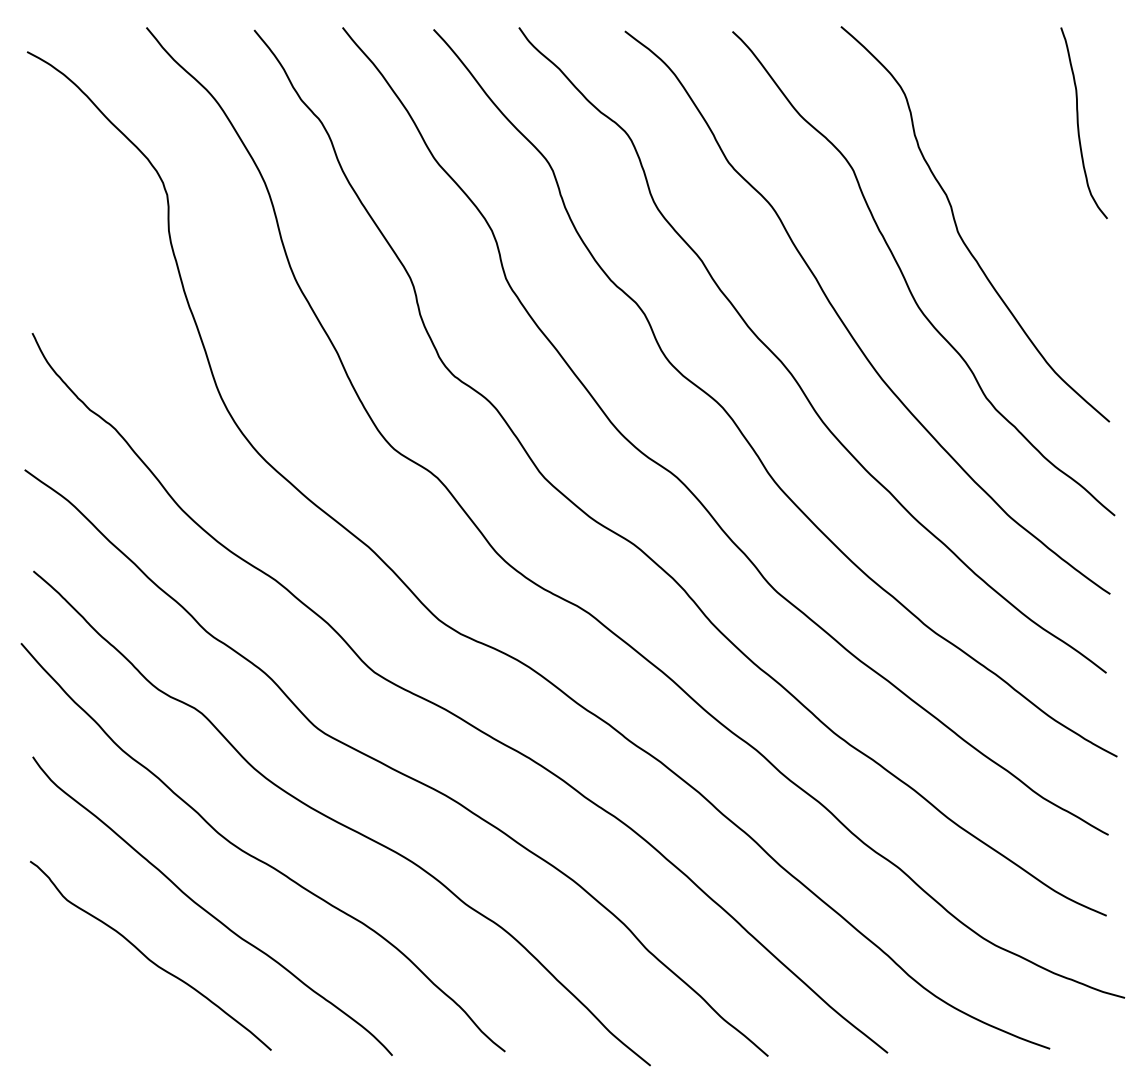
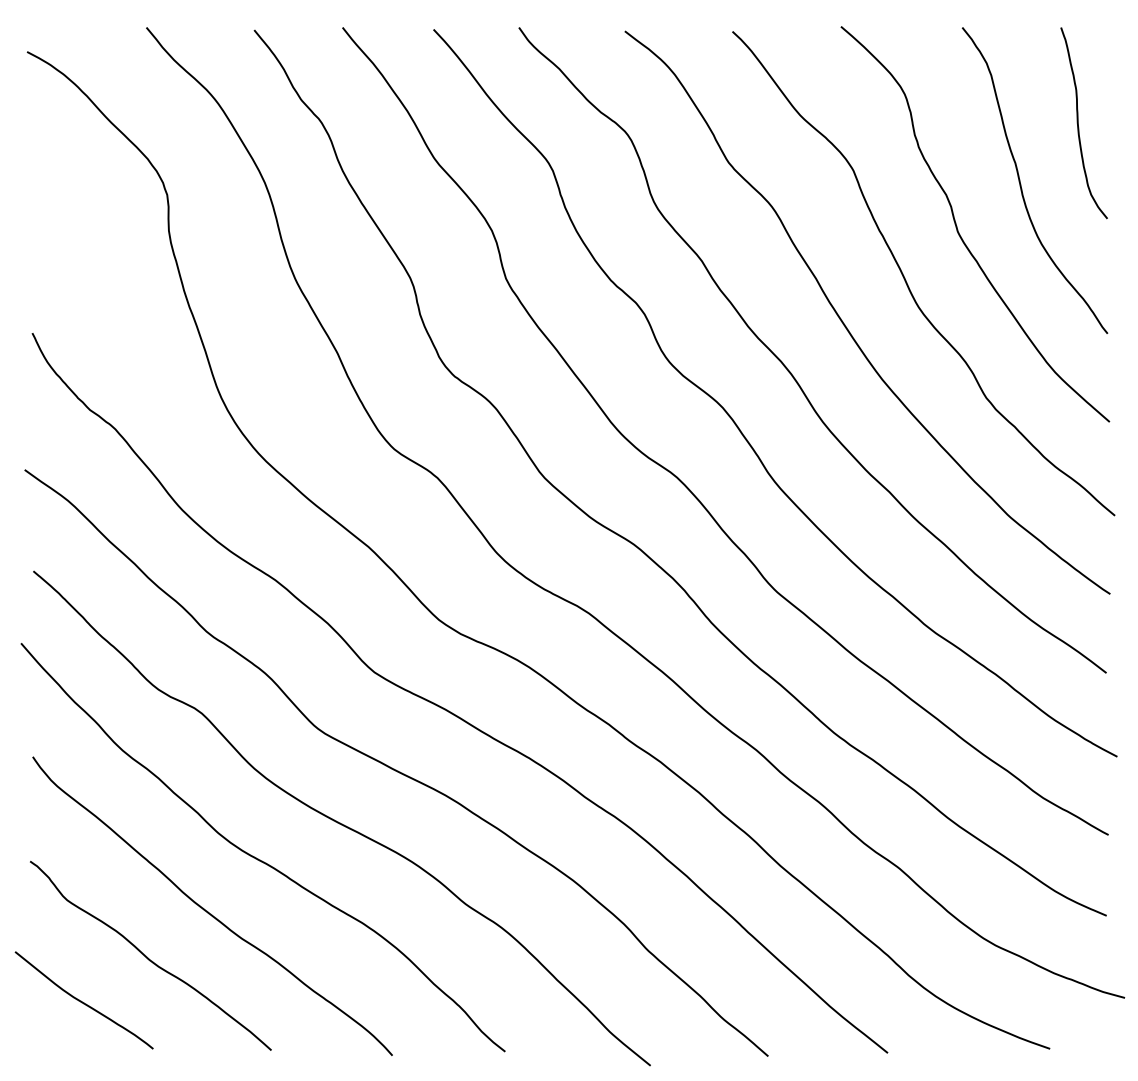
curve at (1021, 184): none -> present
curve at (82, 1001): none -> present
